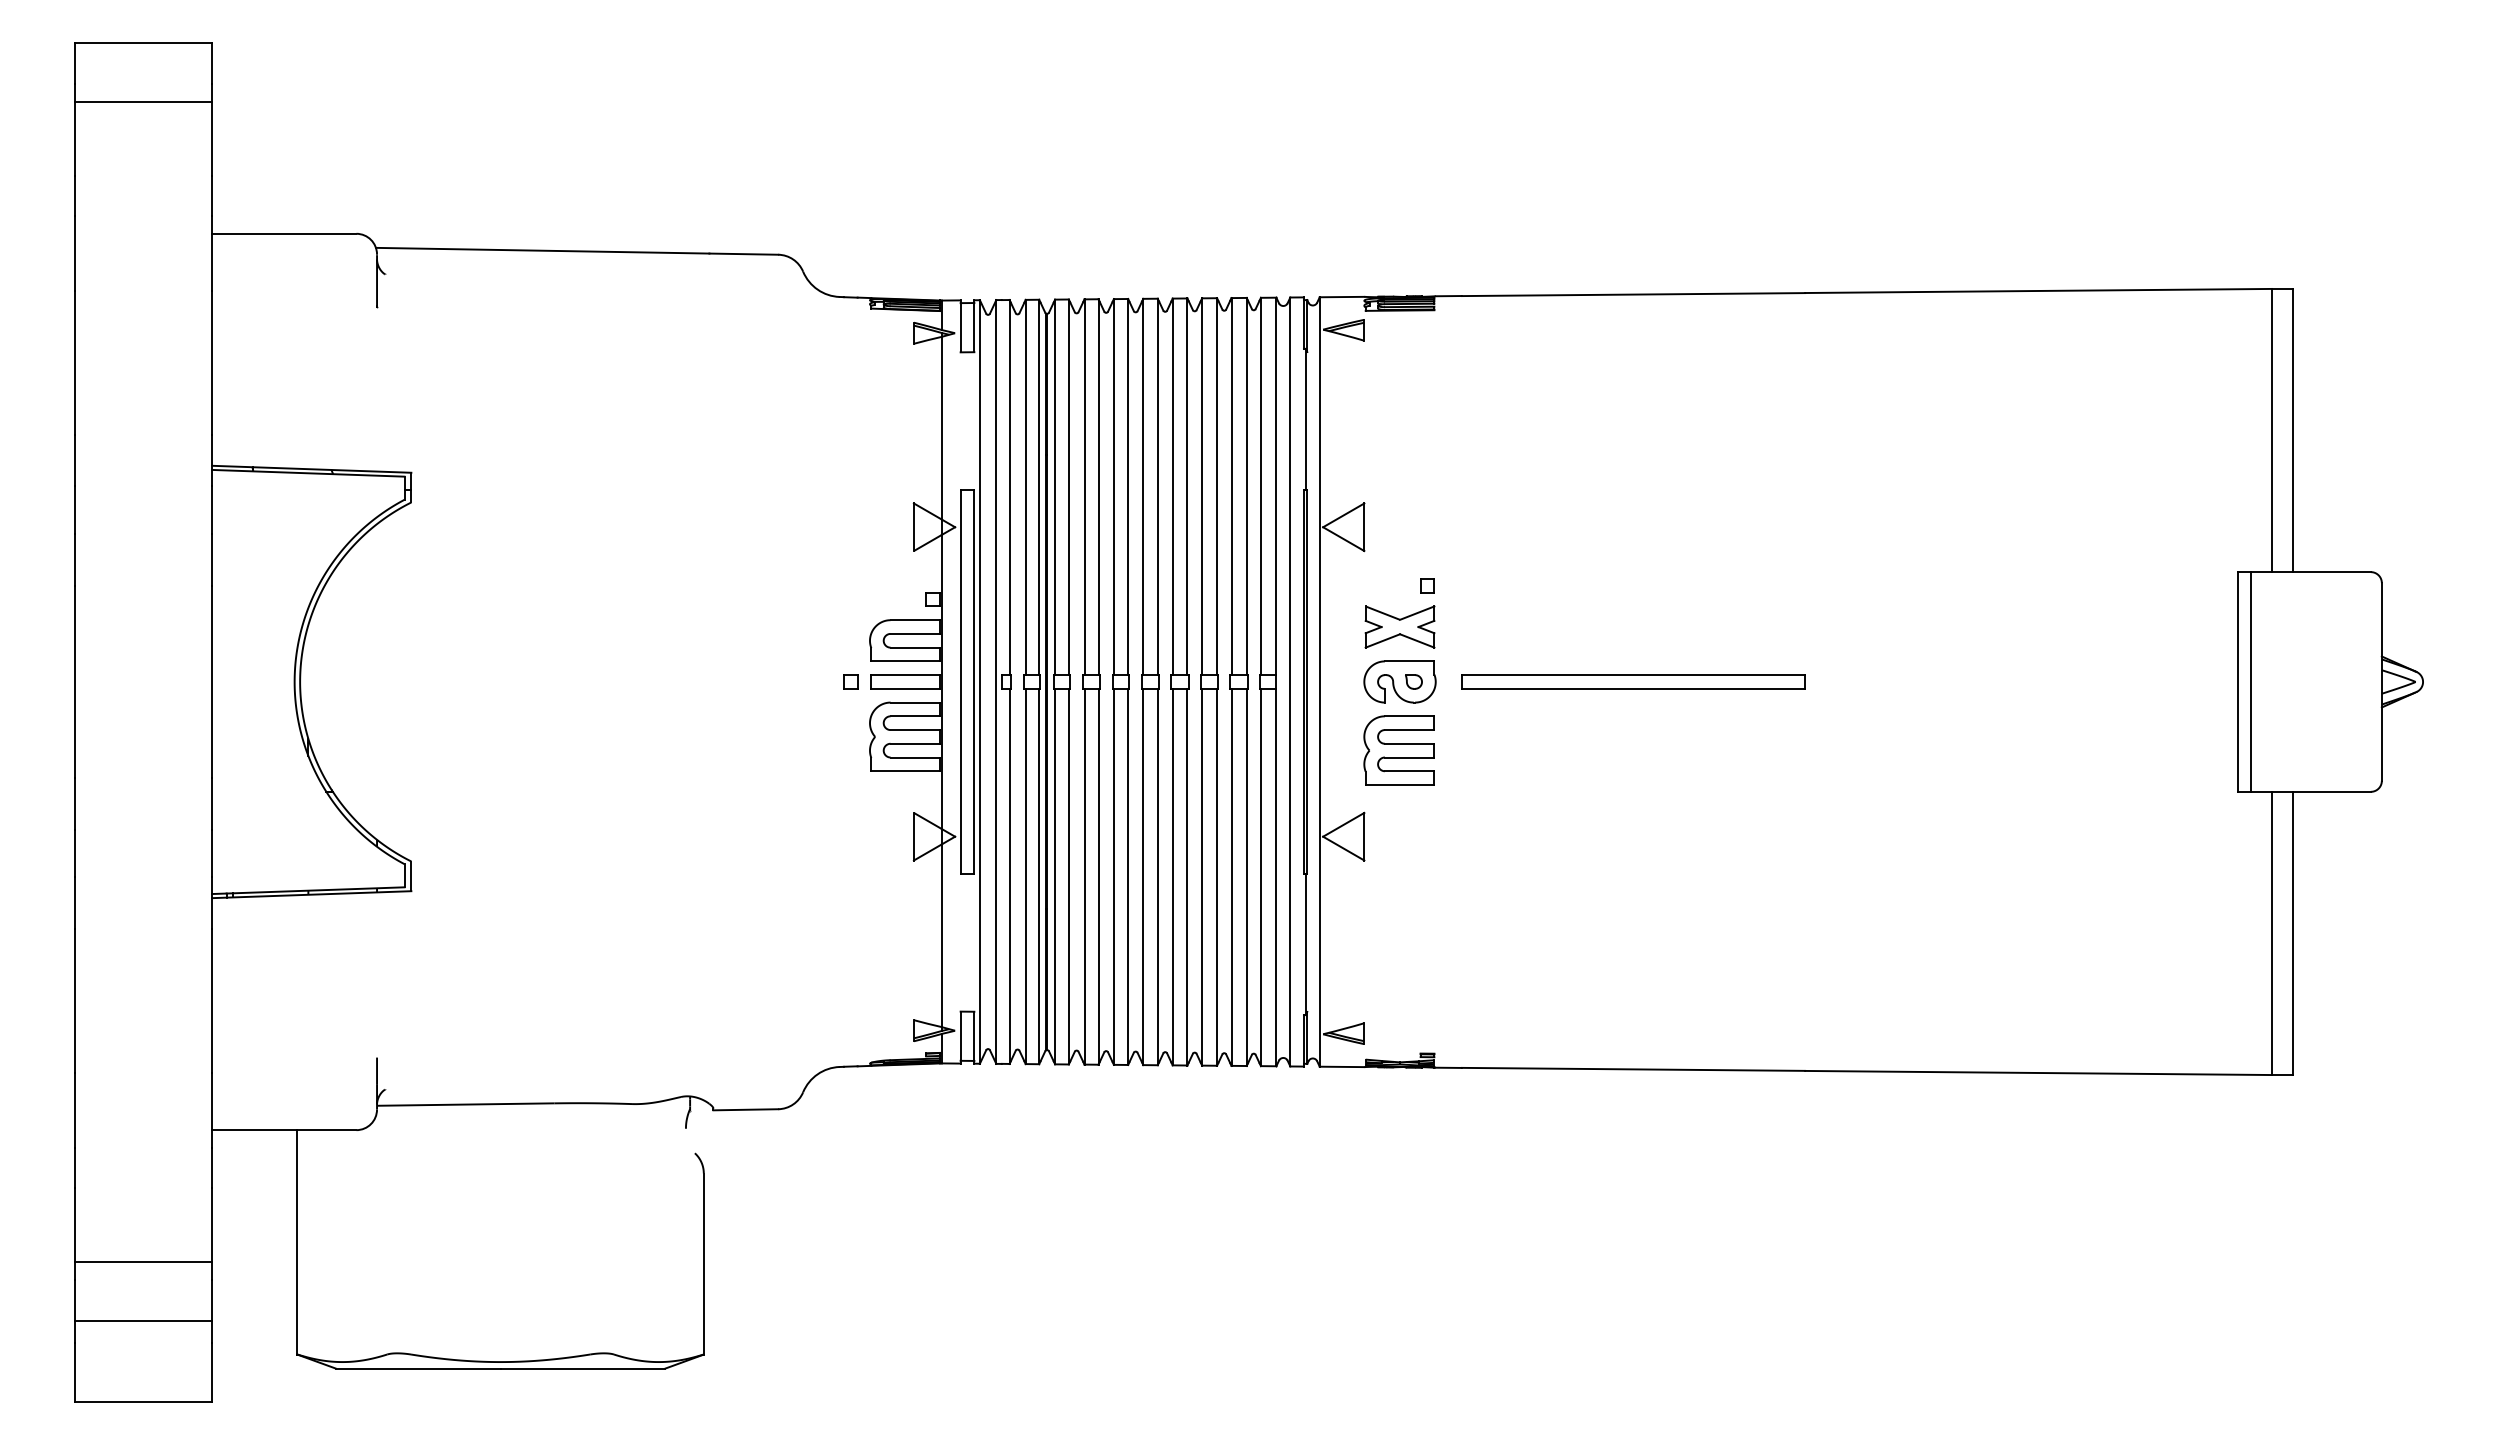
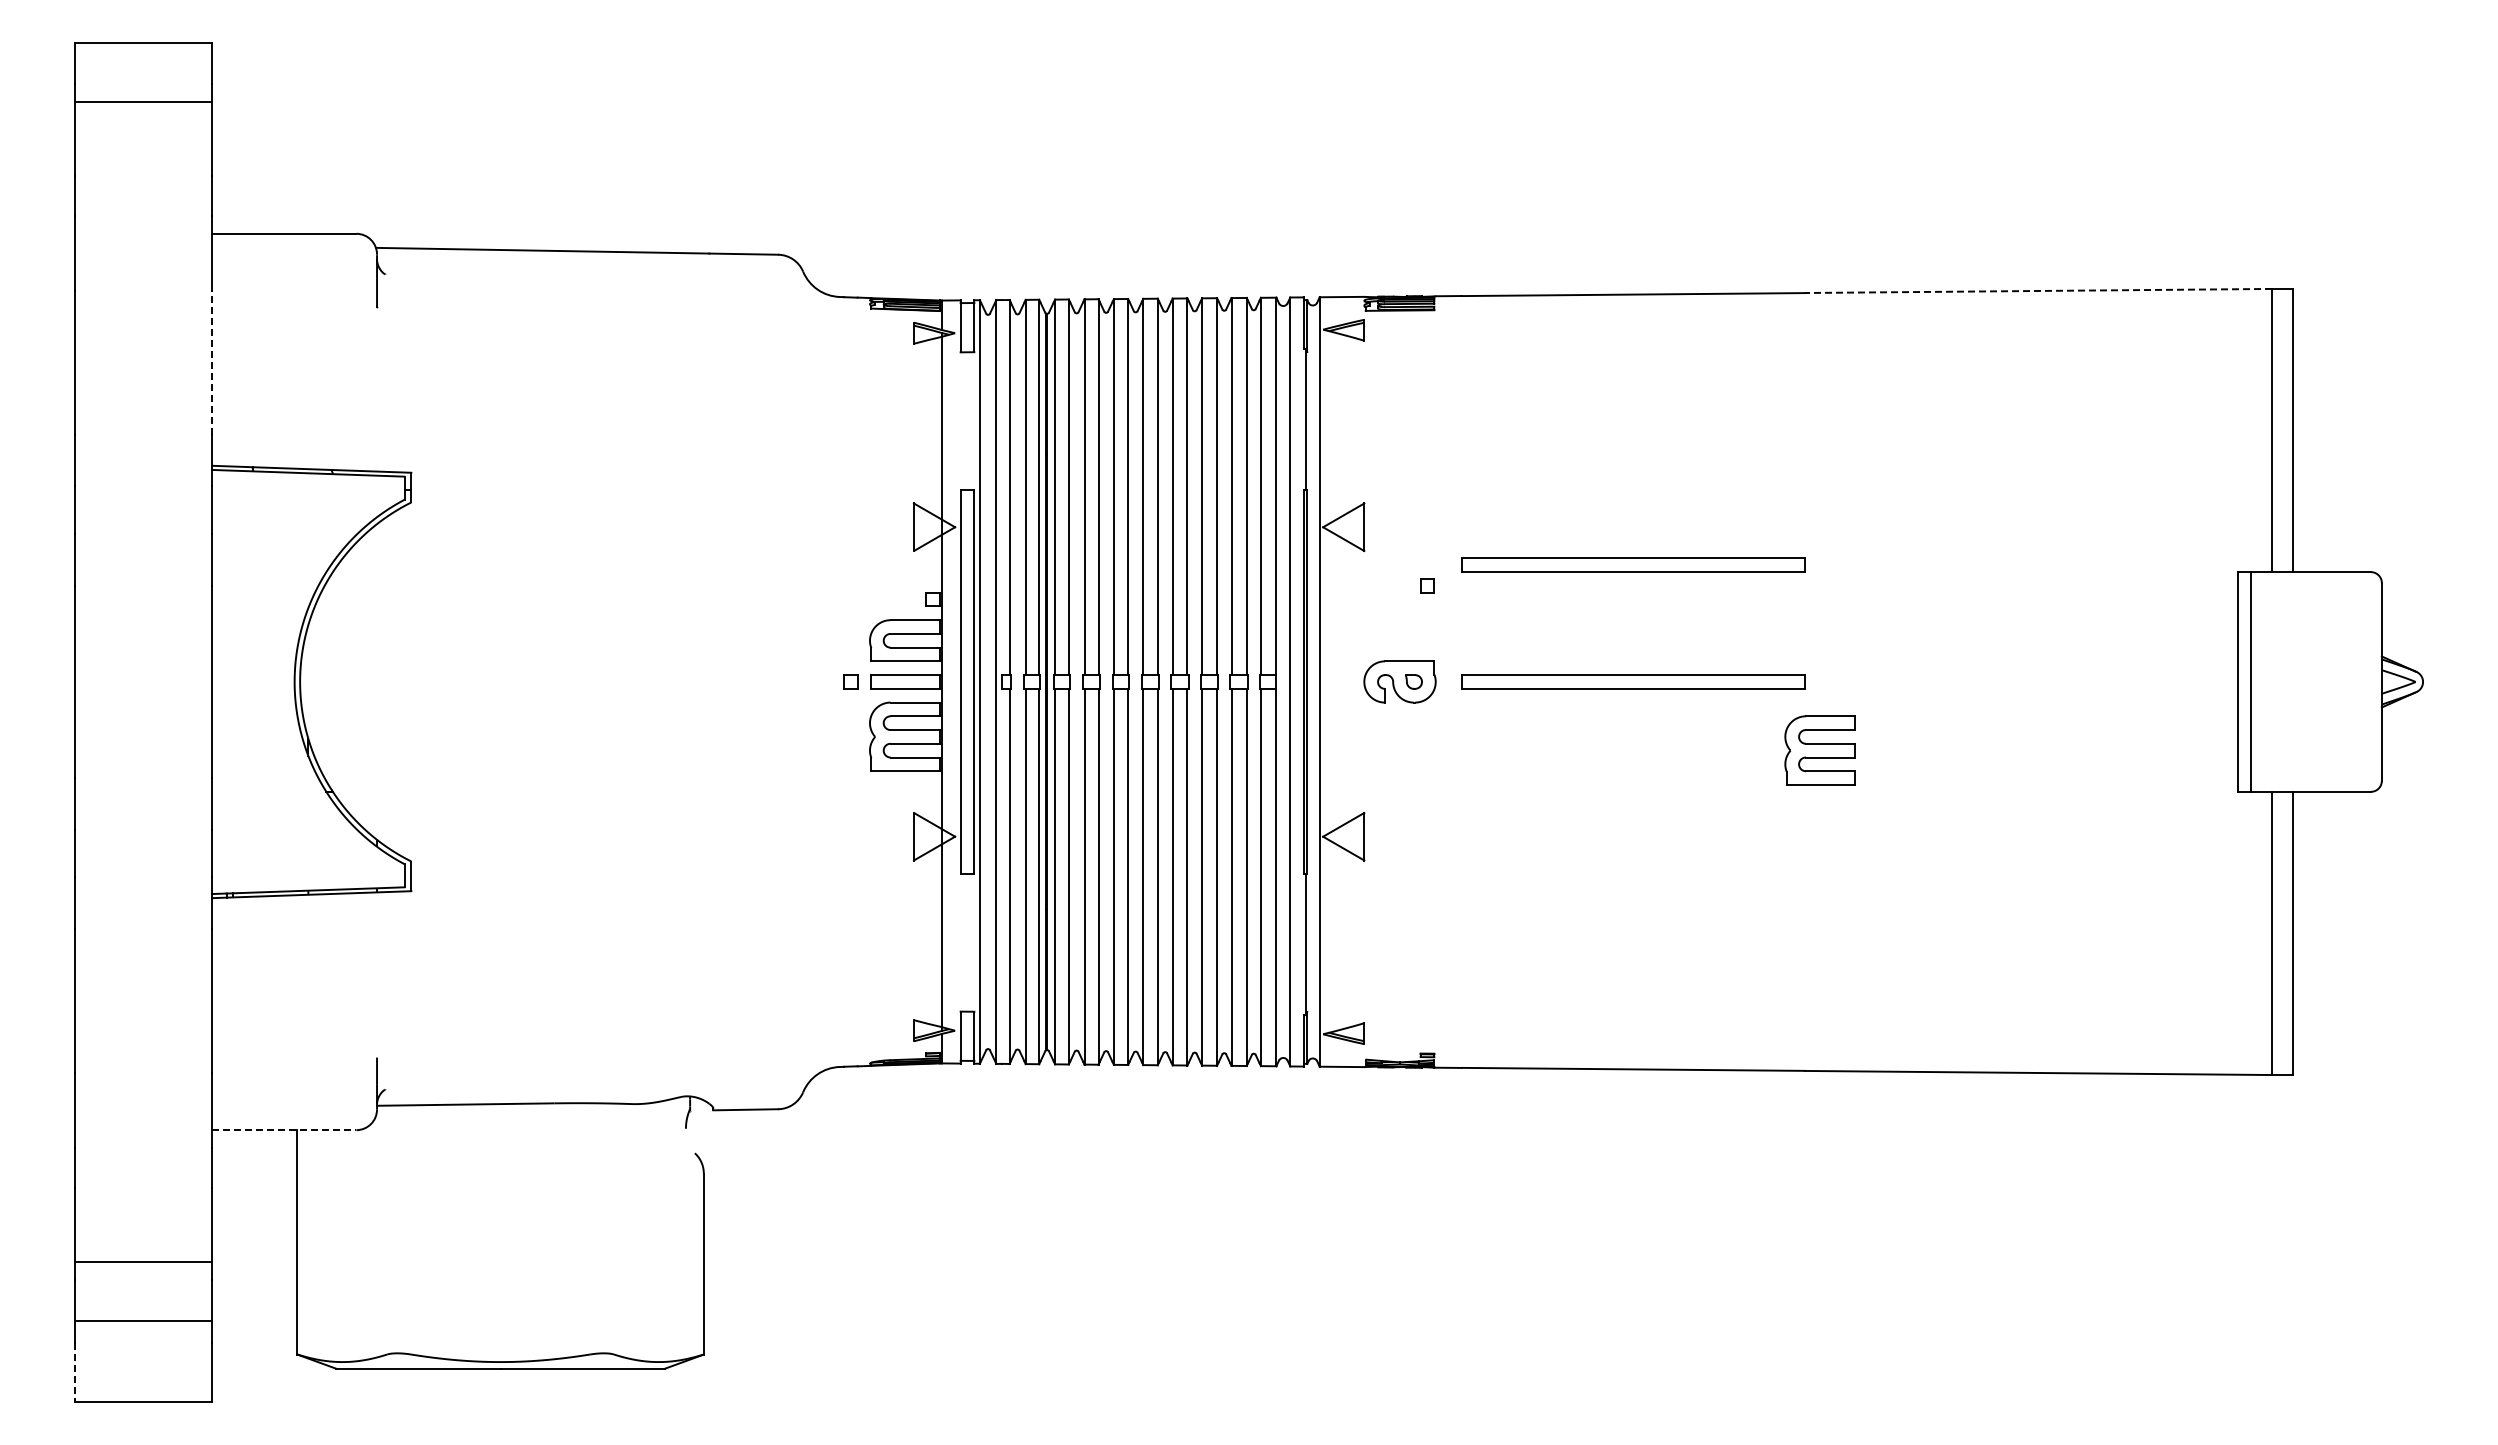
line at (2038, 290): solid -> dashed
line at (212, 362): solid -> dashed
part at (1633, 564): none -> present
part at (1399, 626): present -> none
part at (1398, 750) position: (1398, 750) -> (1819, 750)
line at (284, 1130): solid -> dashed
line at (74, 1372): solid -> dashed
